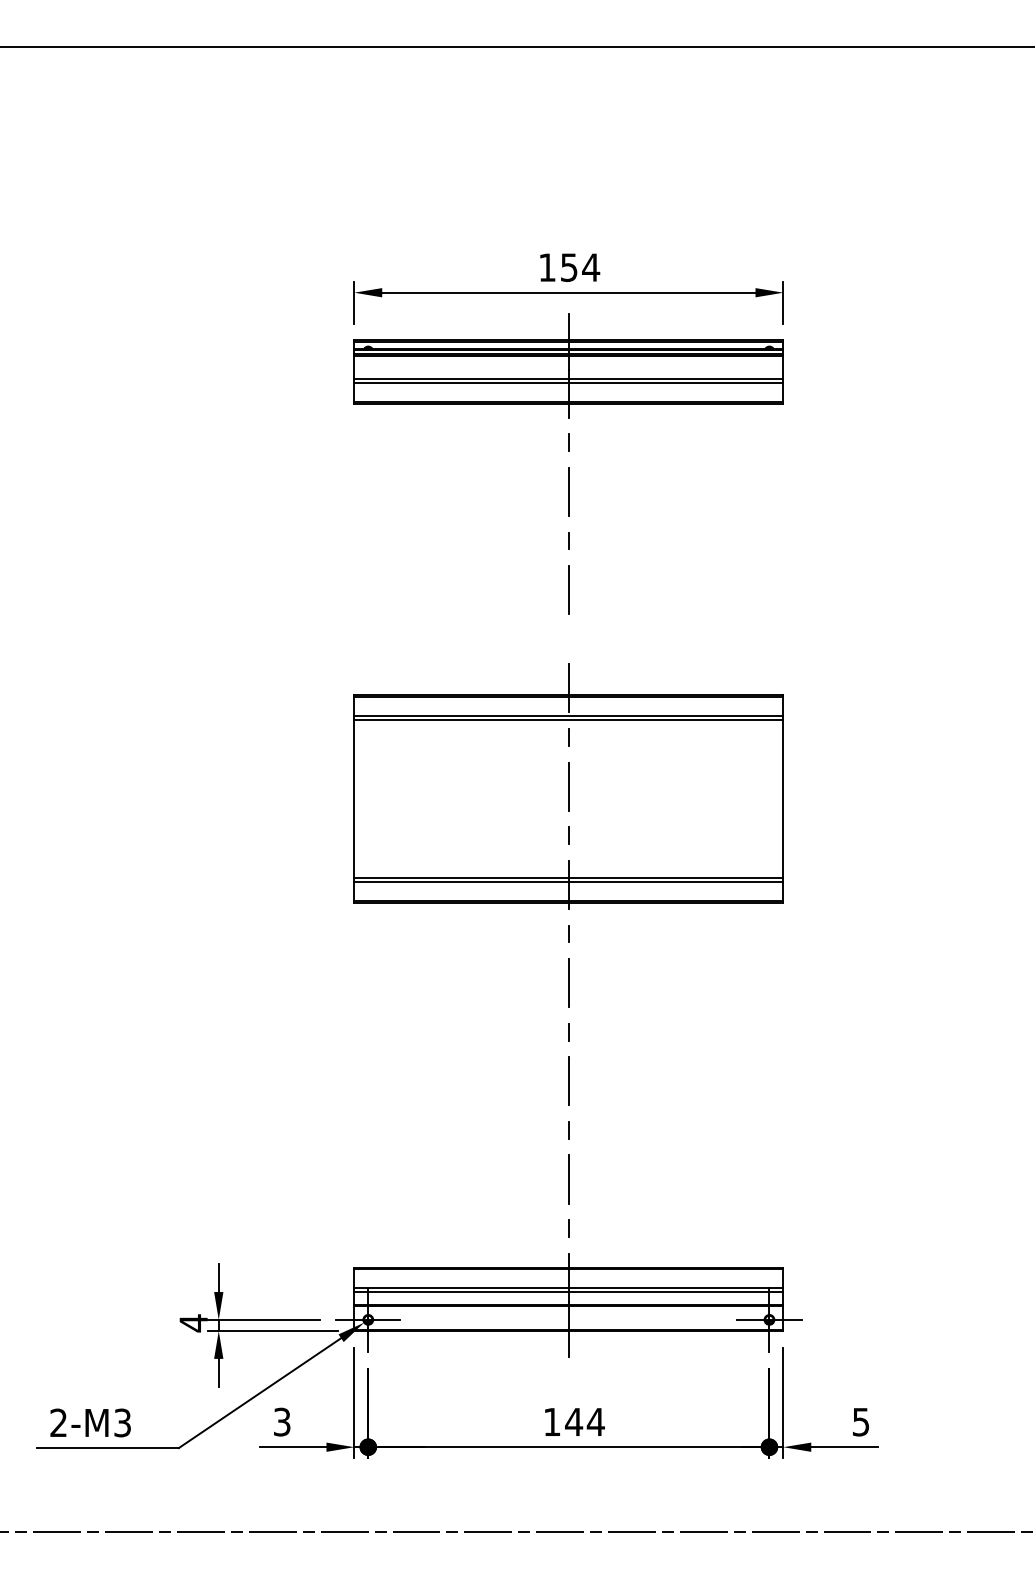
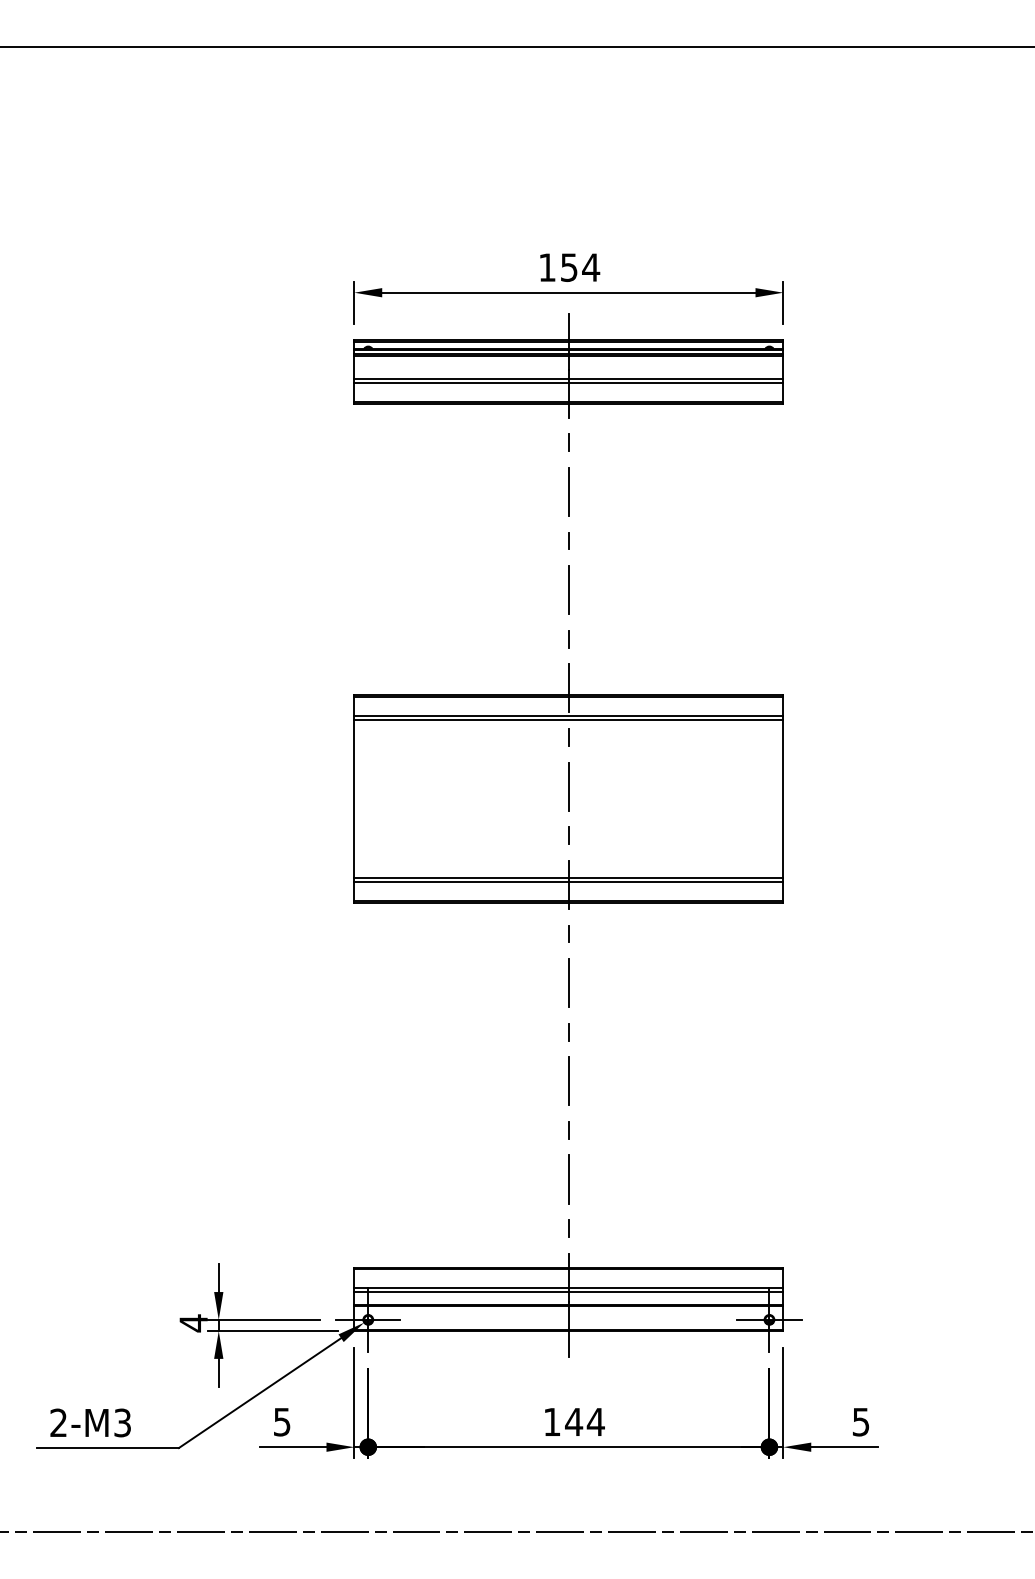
line at (568, 639): none -> present
text at (282, 1421): 3 -> 5
